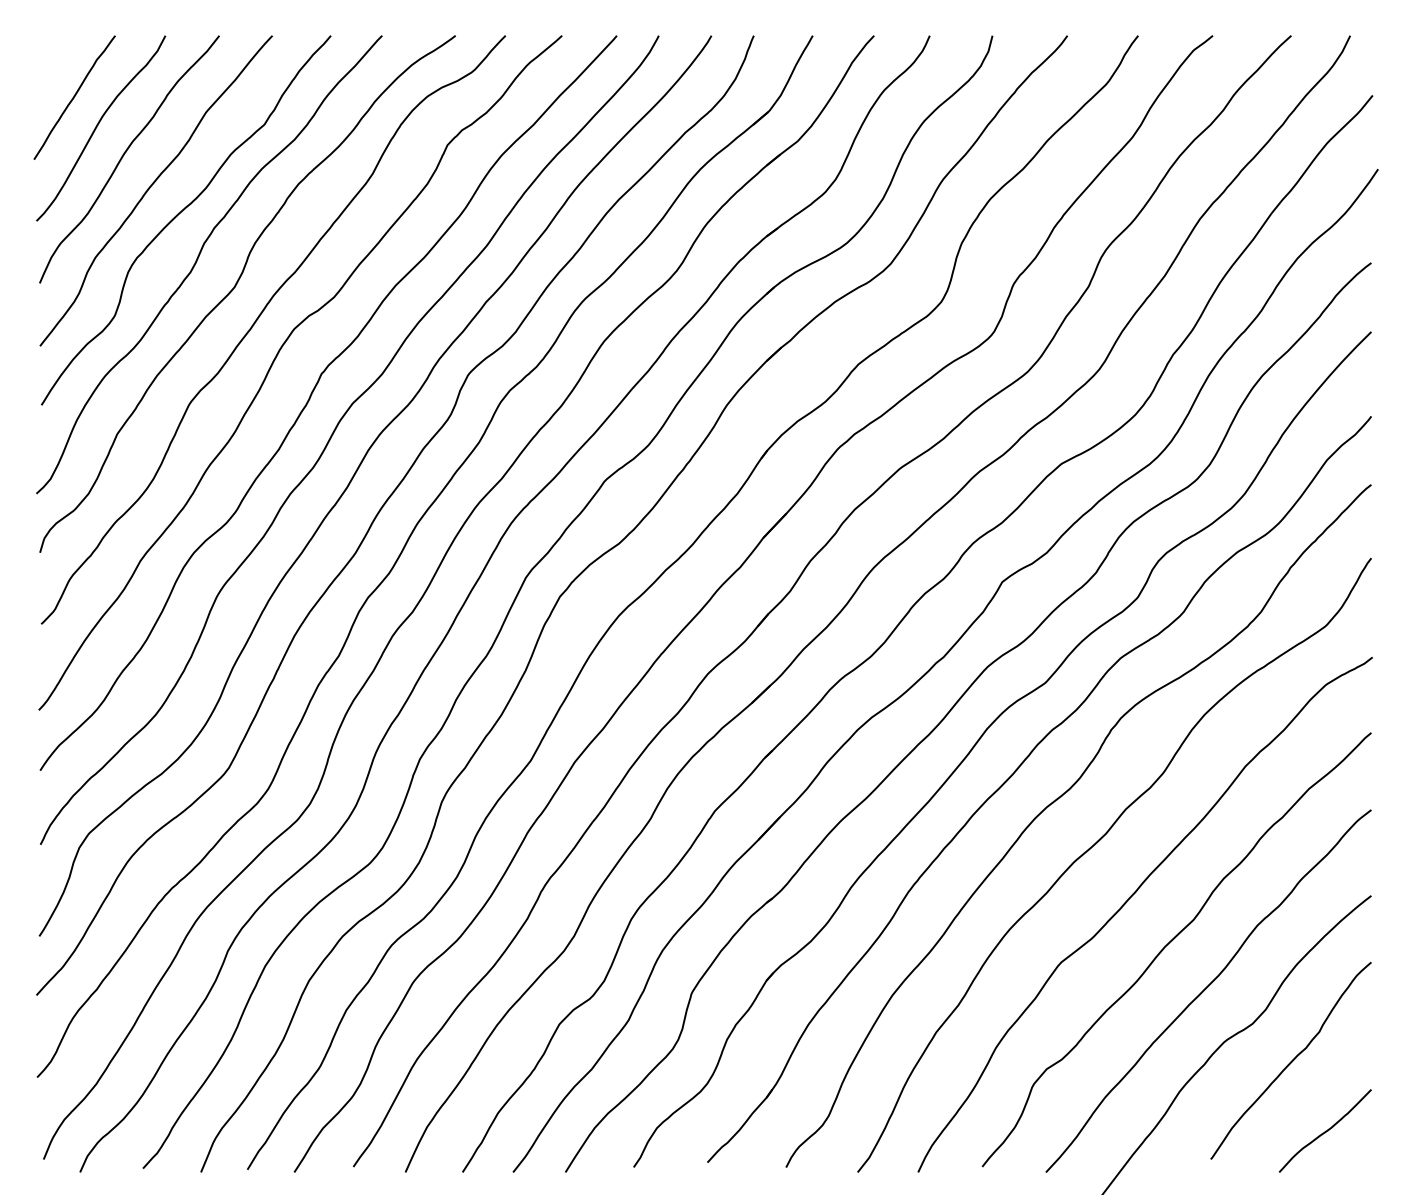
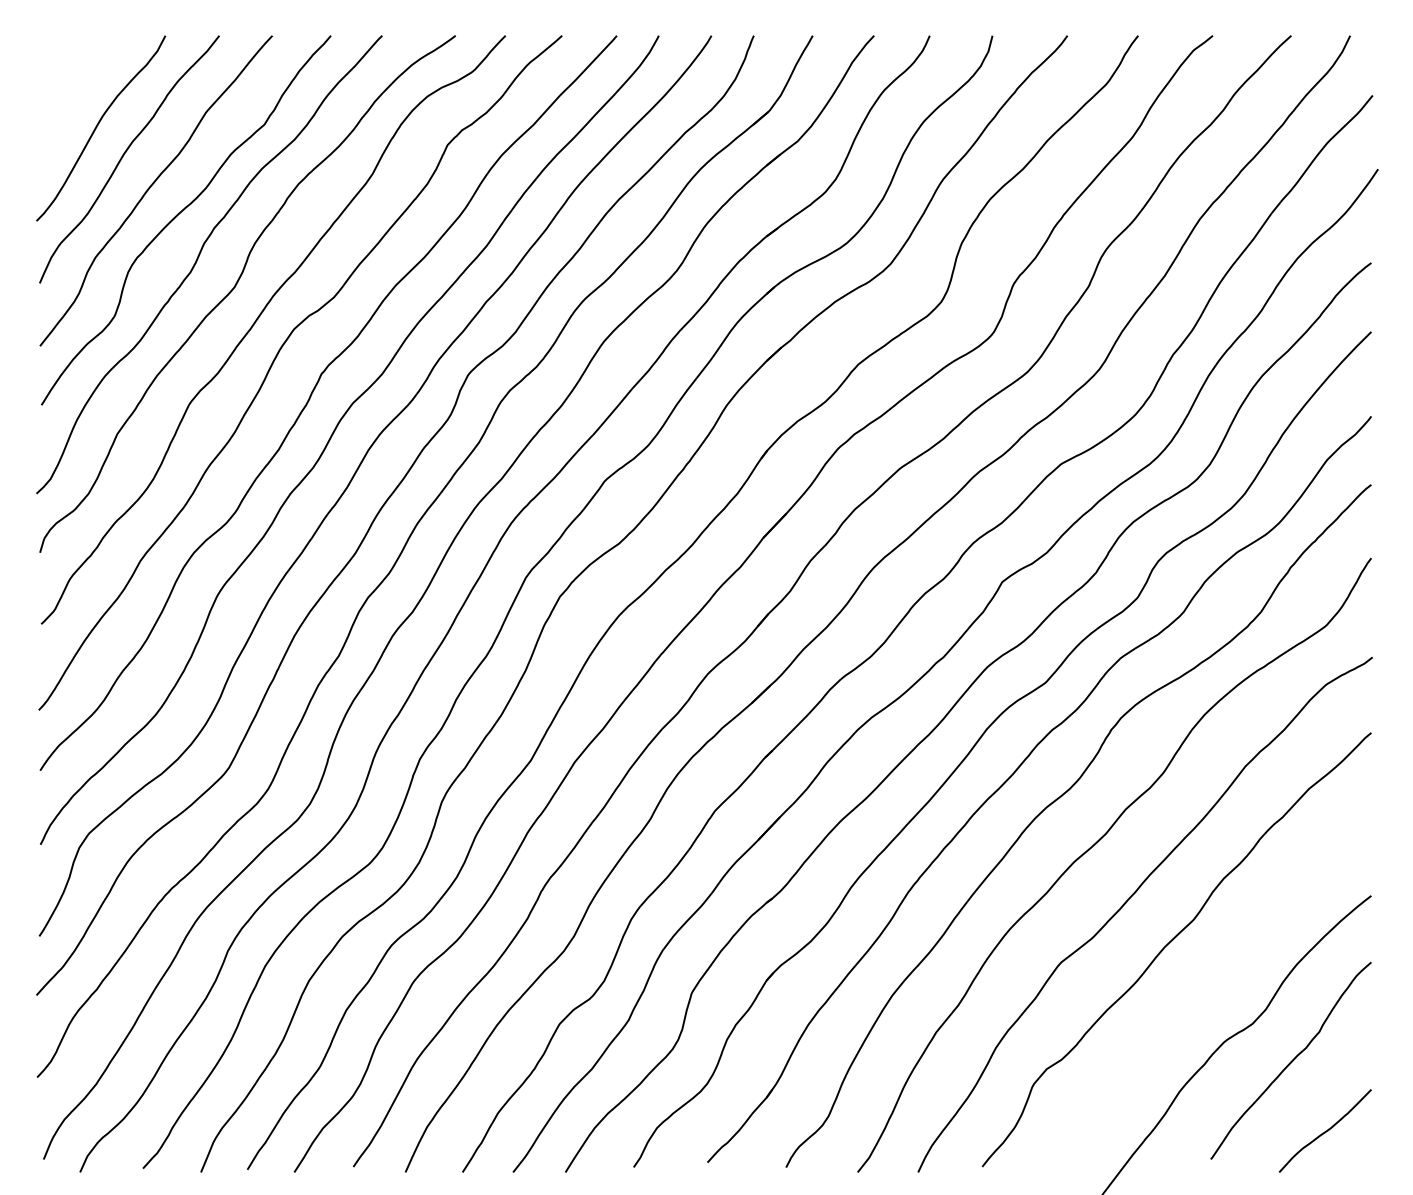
curve at (74, 97): present -> none
curve at (1207, 988): present -> none
